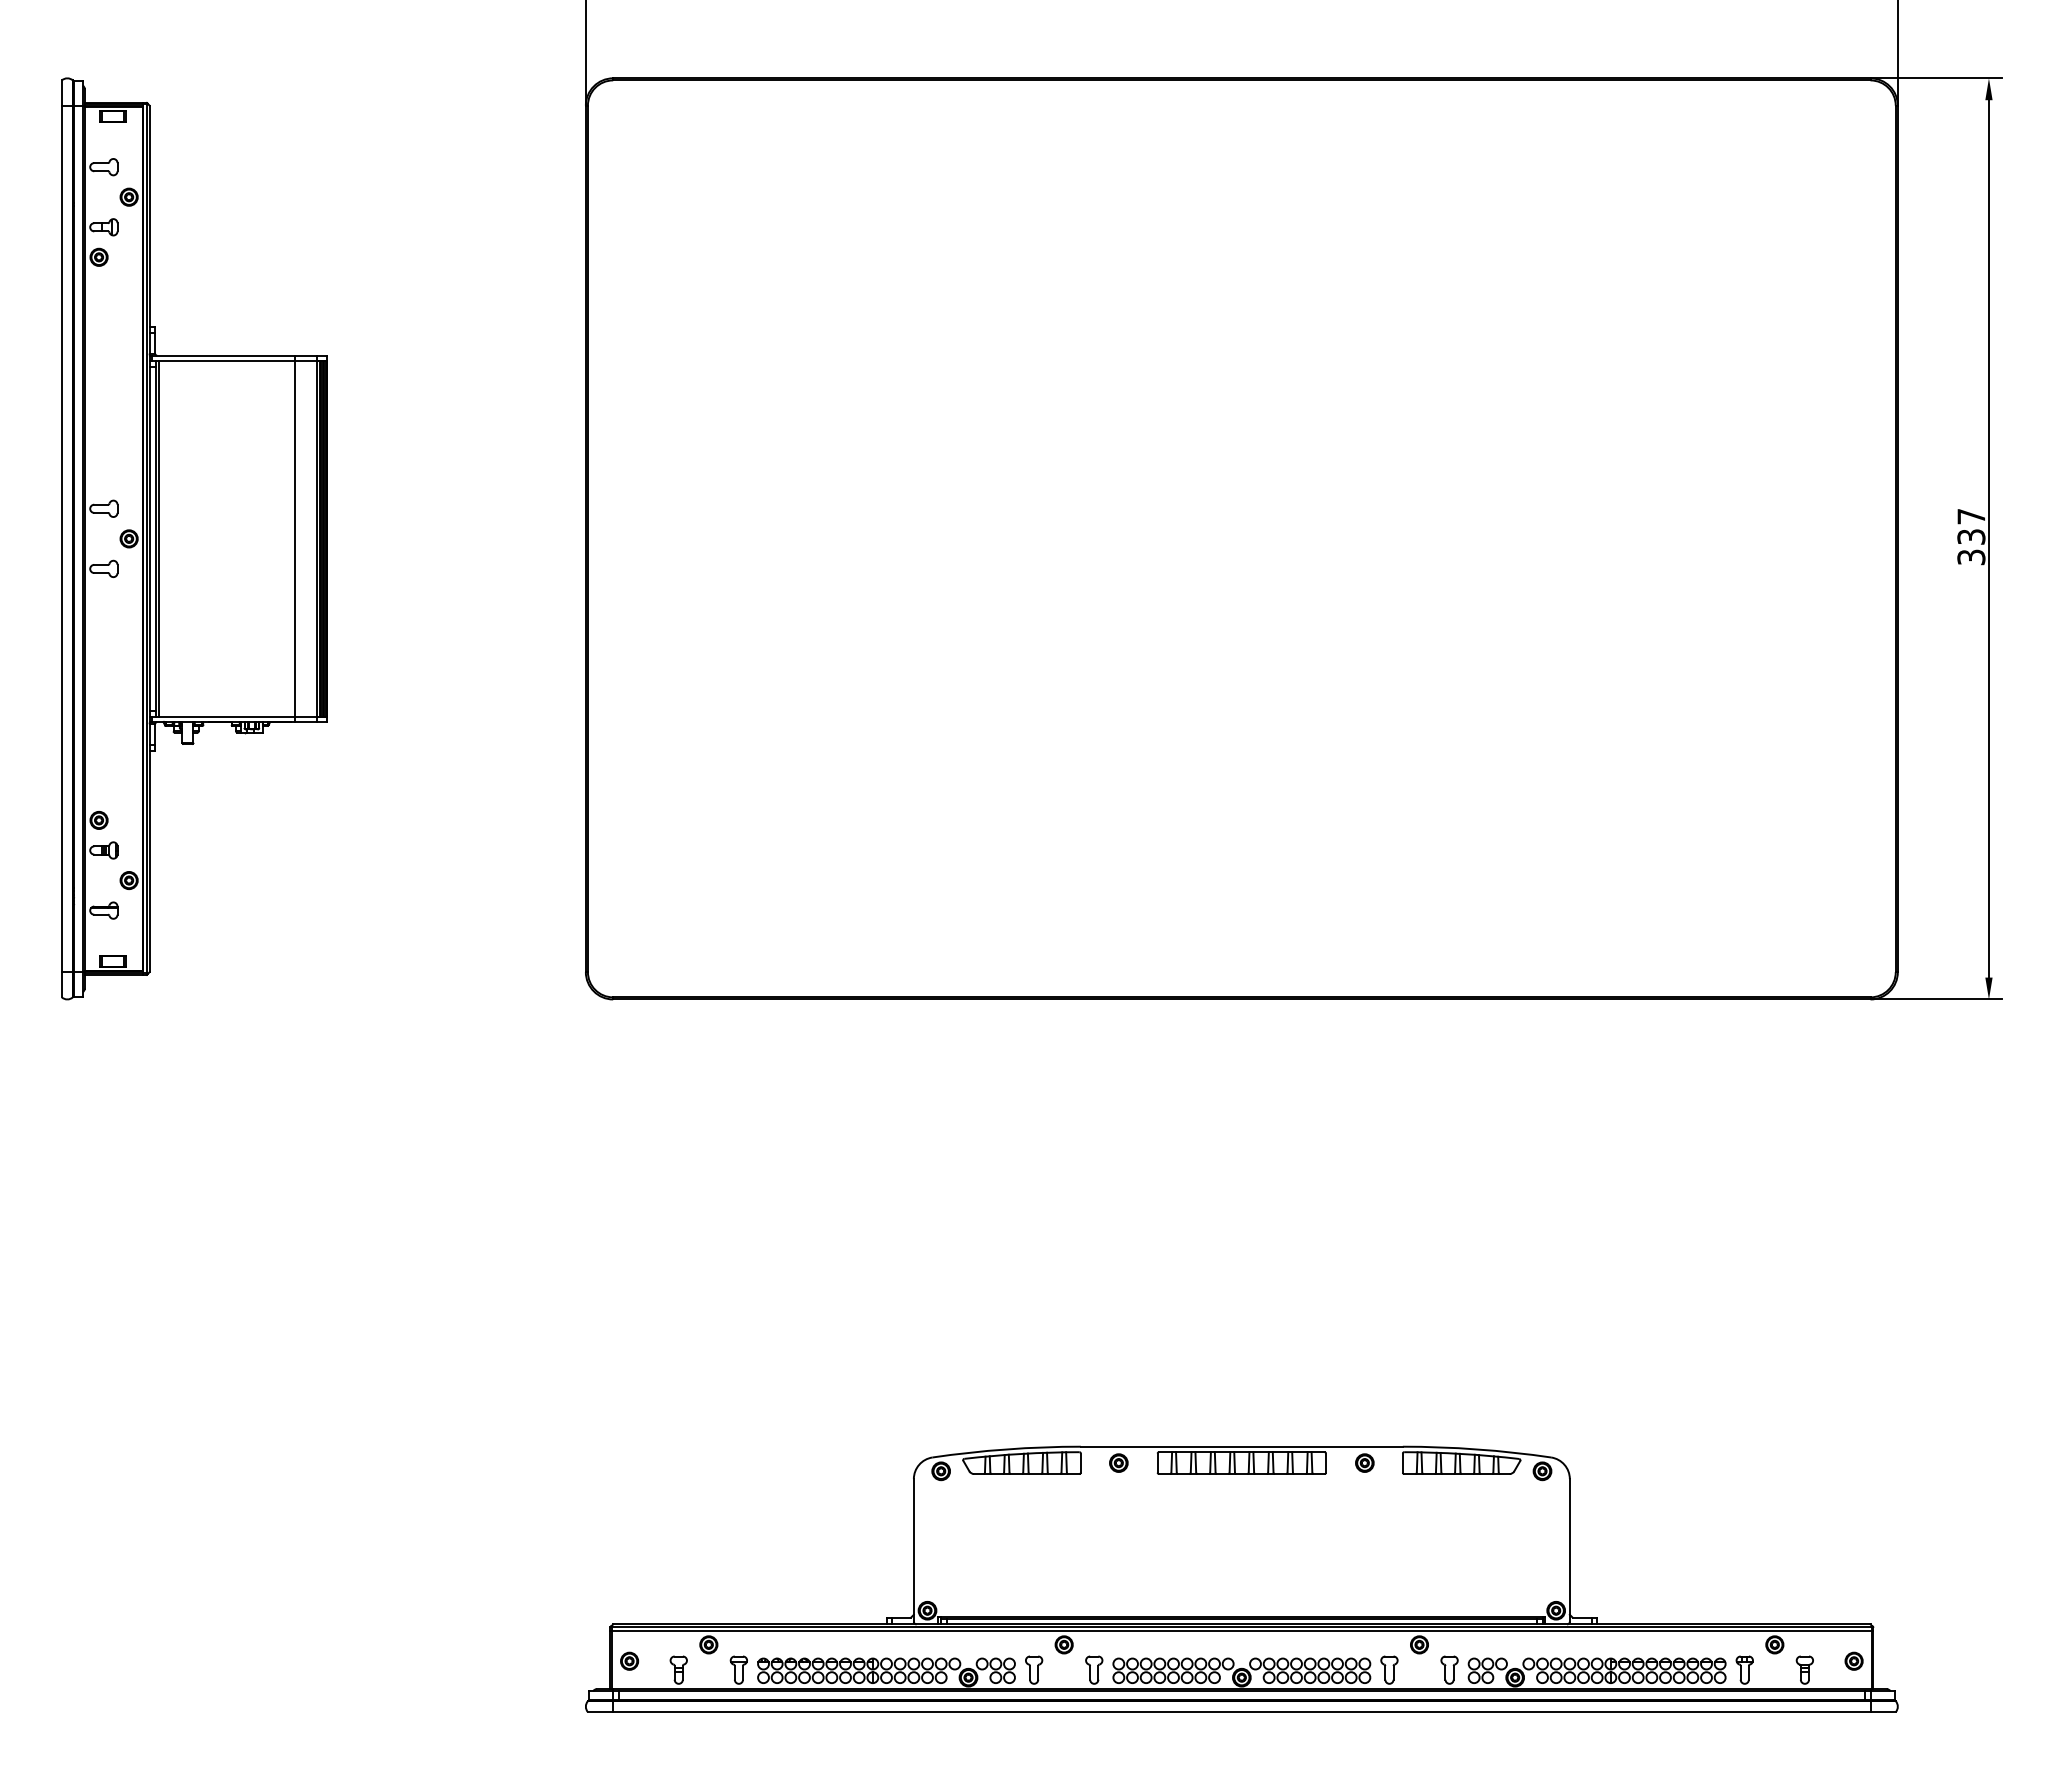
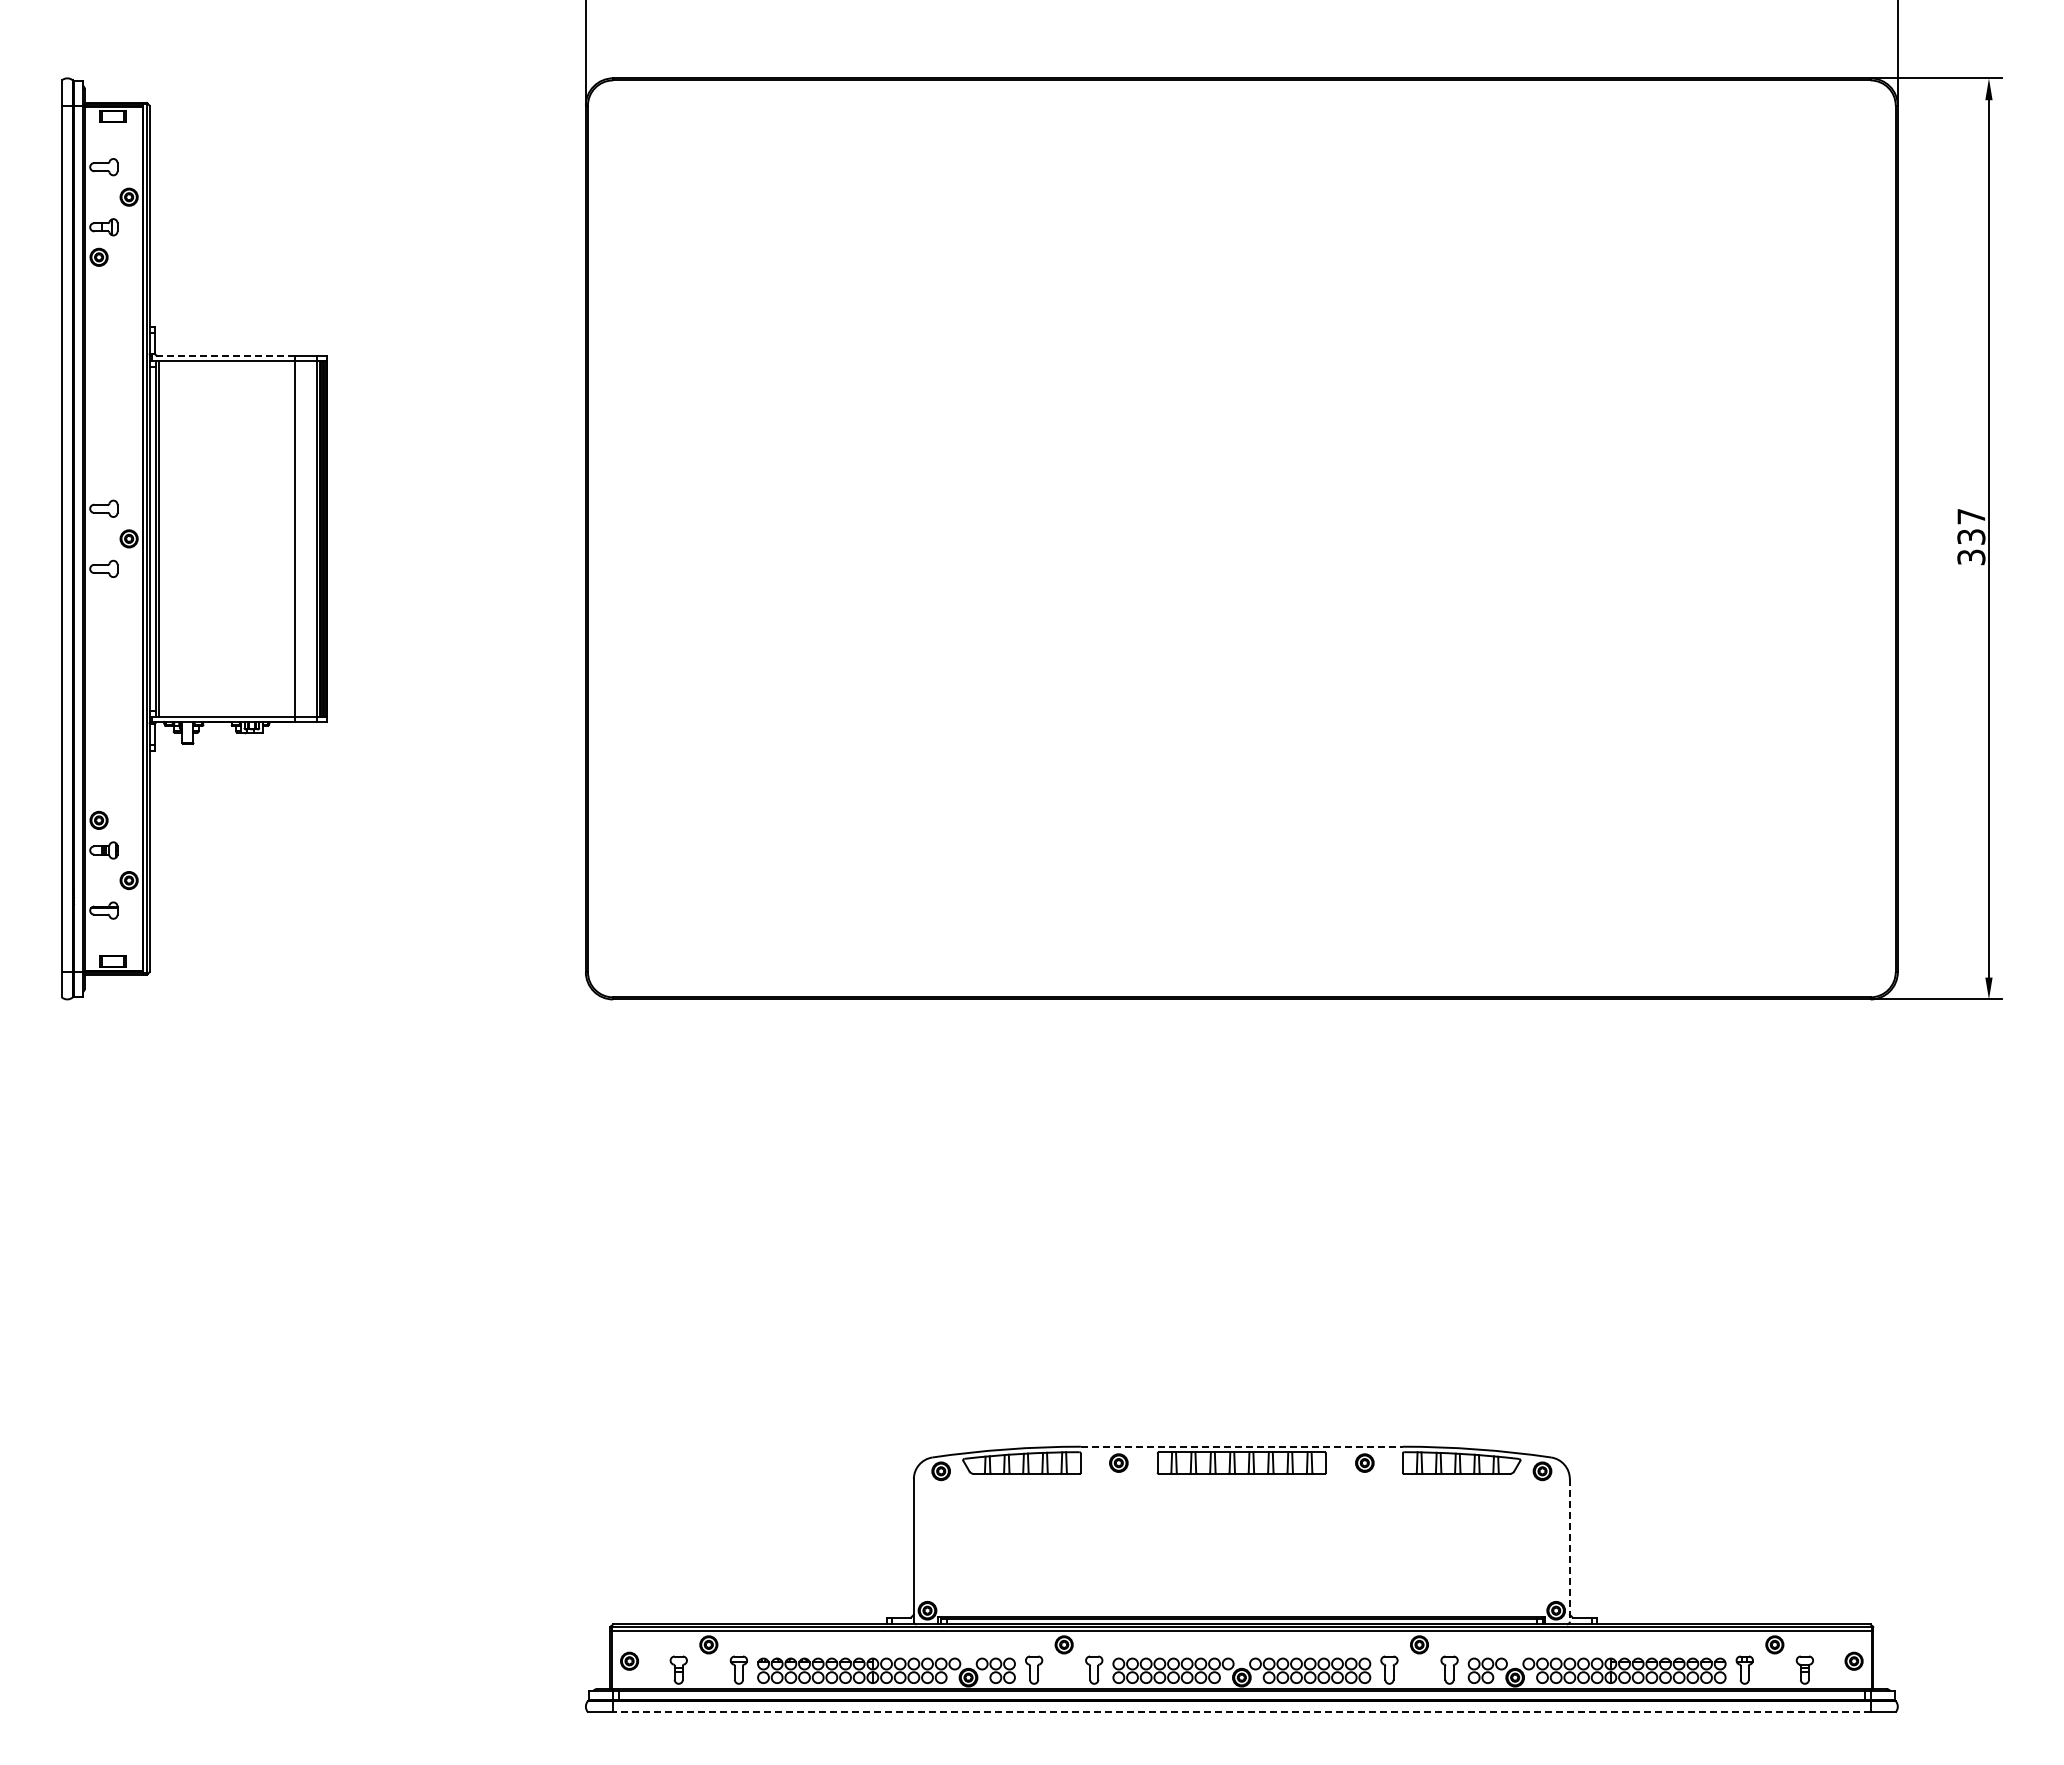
line at (223, 355): solid -> dashed
line at (1241, 1446): solid -> dashed
line at (1569, 1550): solid -> dashed
line at (1241, 1712): solid -> dashed
